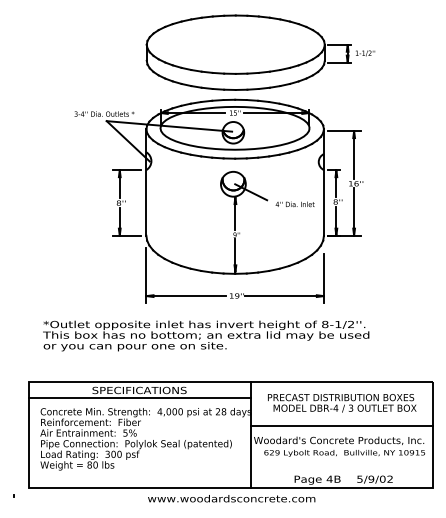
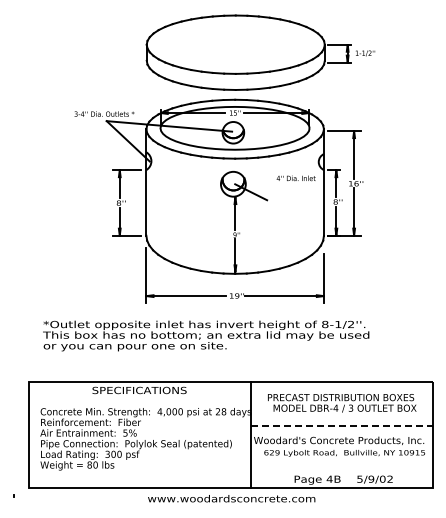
text at (294, 204) position: (294, 204) -> (295, 178)
line at (140, 397): present -> none
line at (341, 425): solid -> dashed
